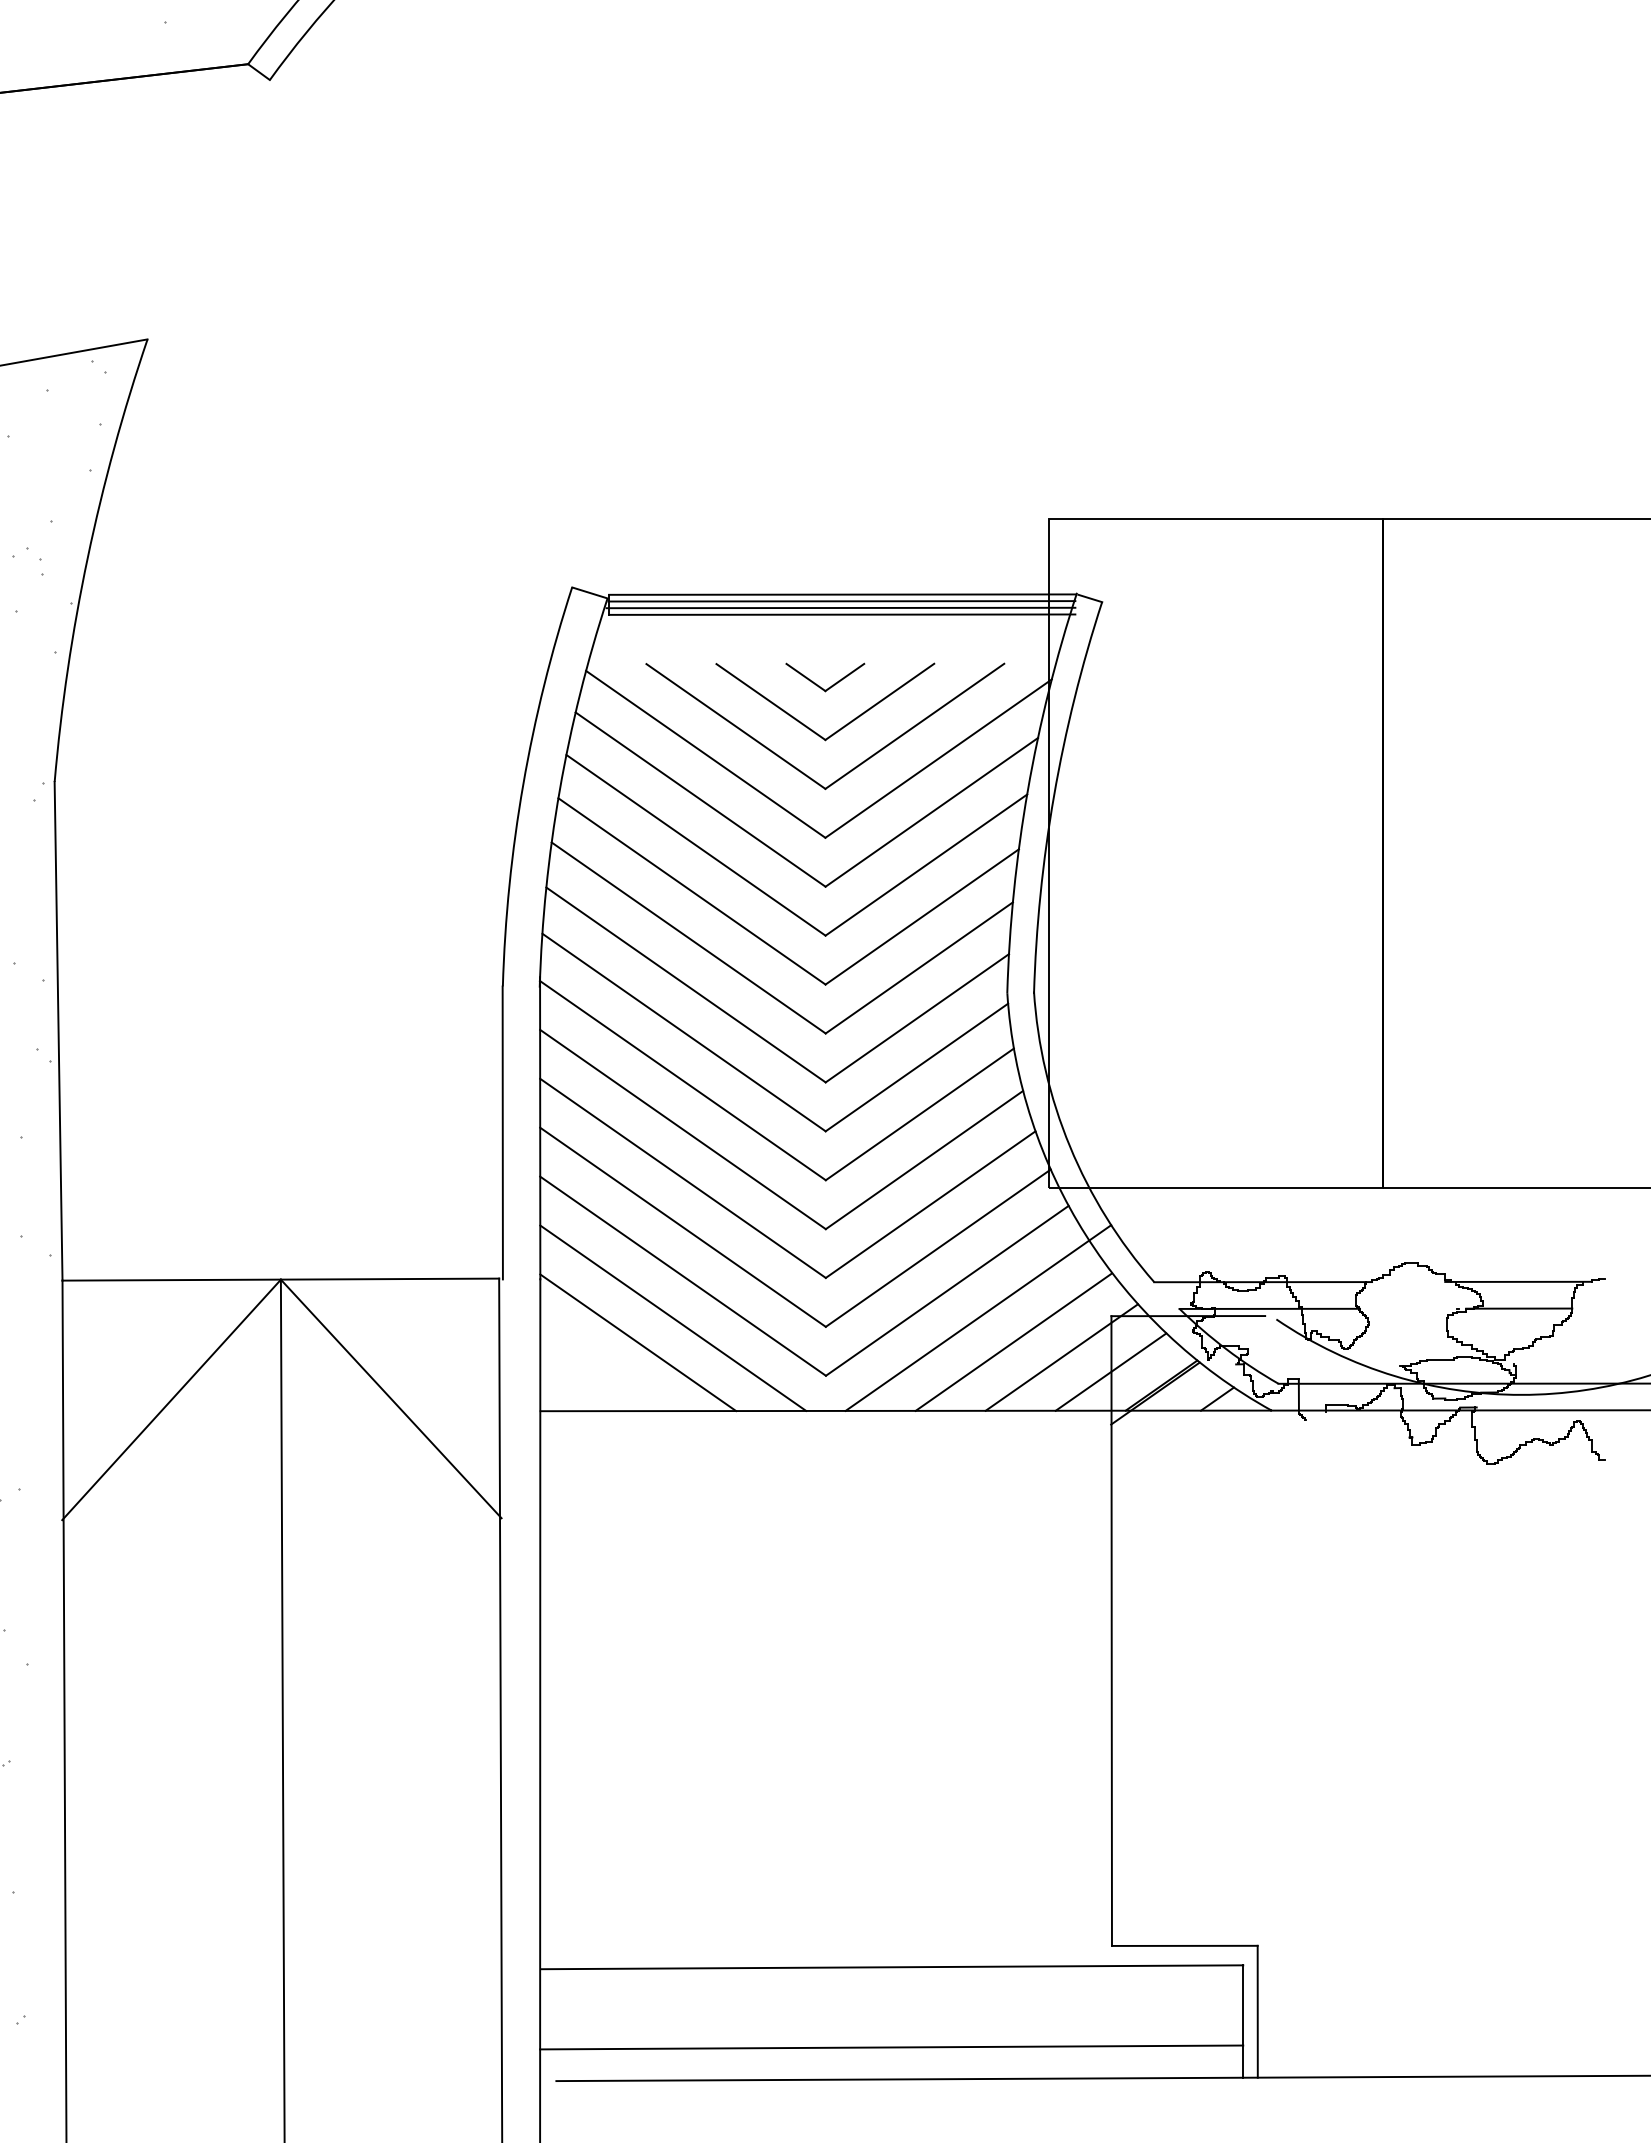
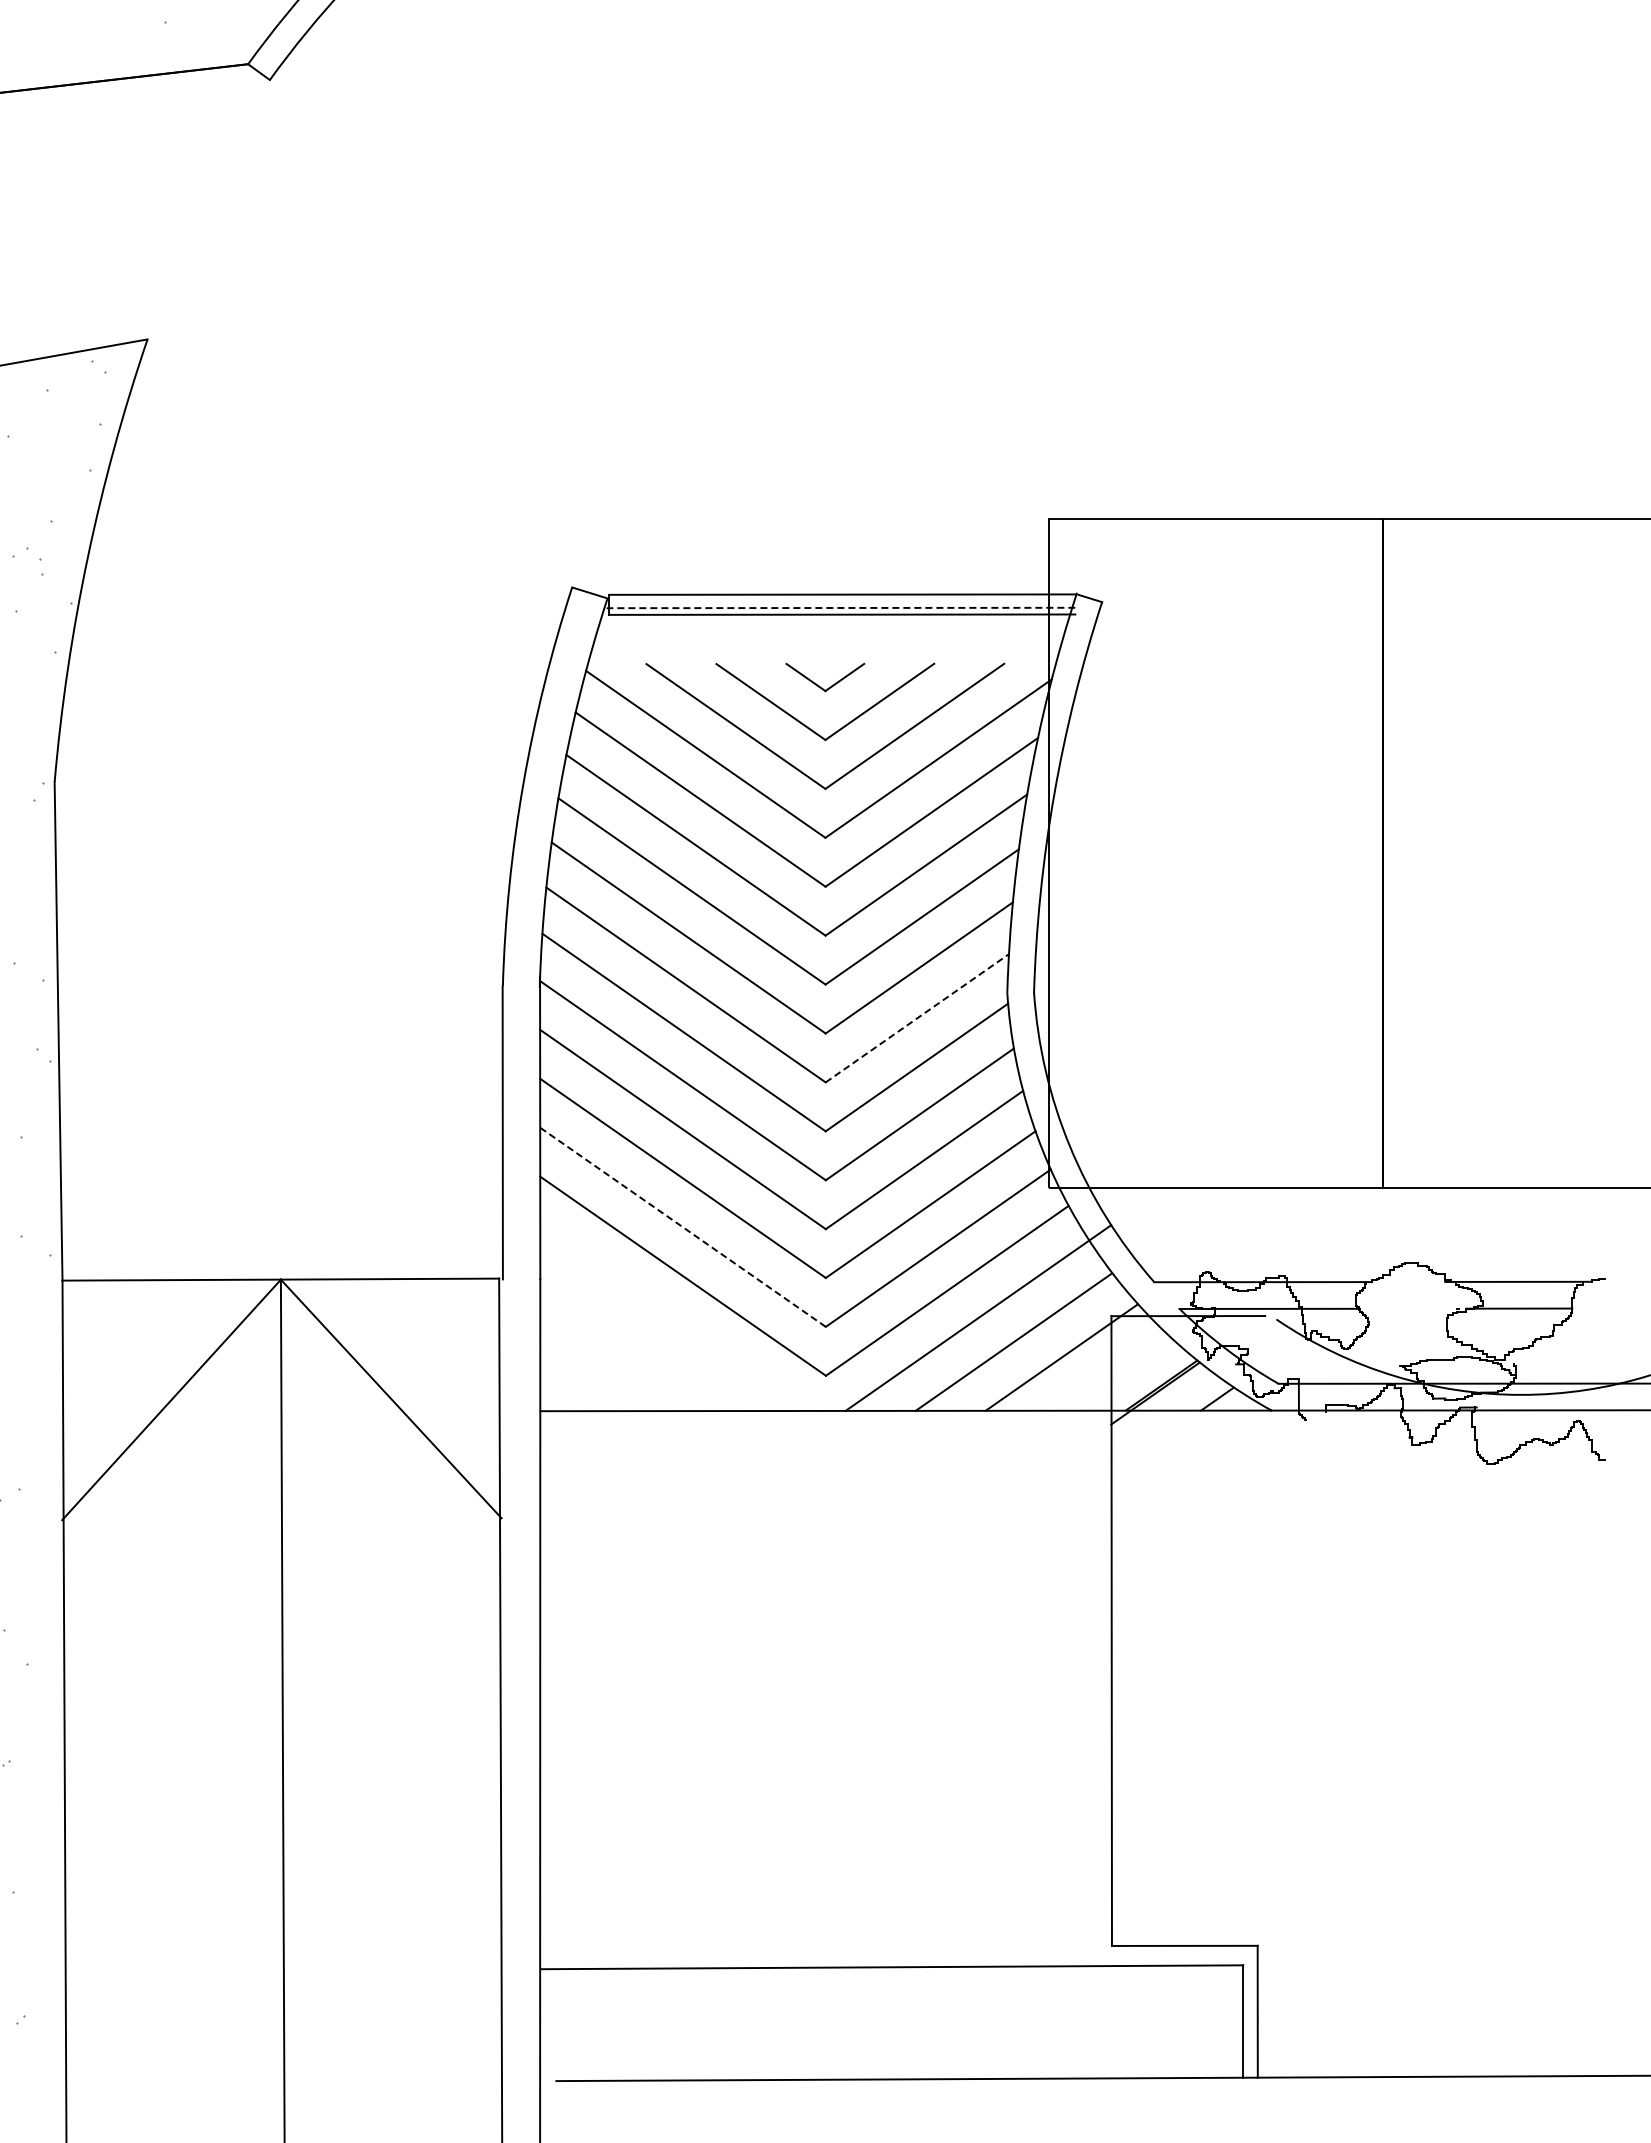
line at (841, 601): present -> none
line at (840, 608): solid -> dashed
line at (917, 1018): solid -> dashed
line at (682, 1227): solid -> dashed
line at (673, 1317): present -> none
line at (638, 1342): present -> none
line at (1110, 1371): present -> none
line at (891, 2047): present -> none
